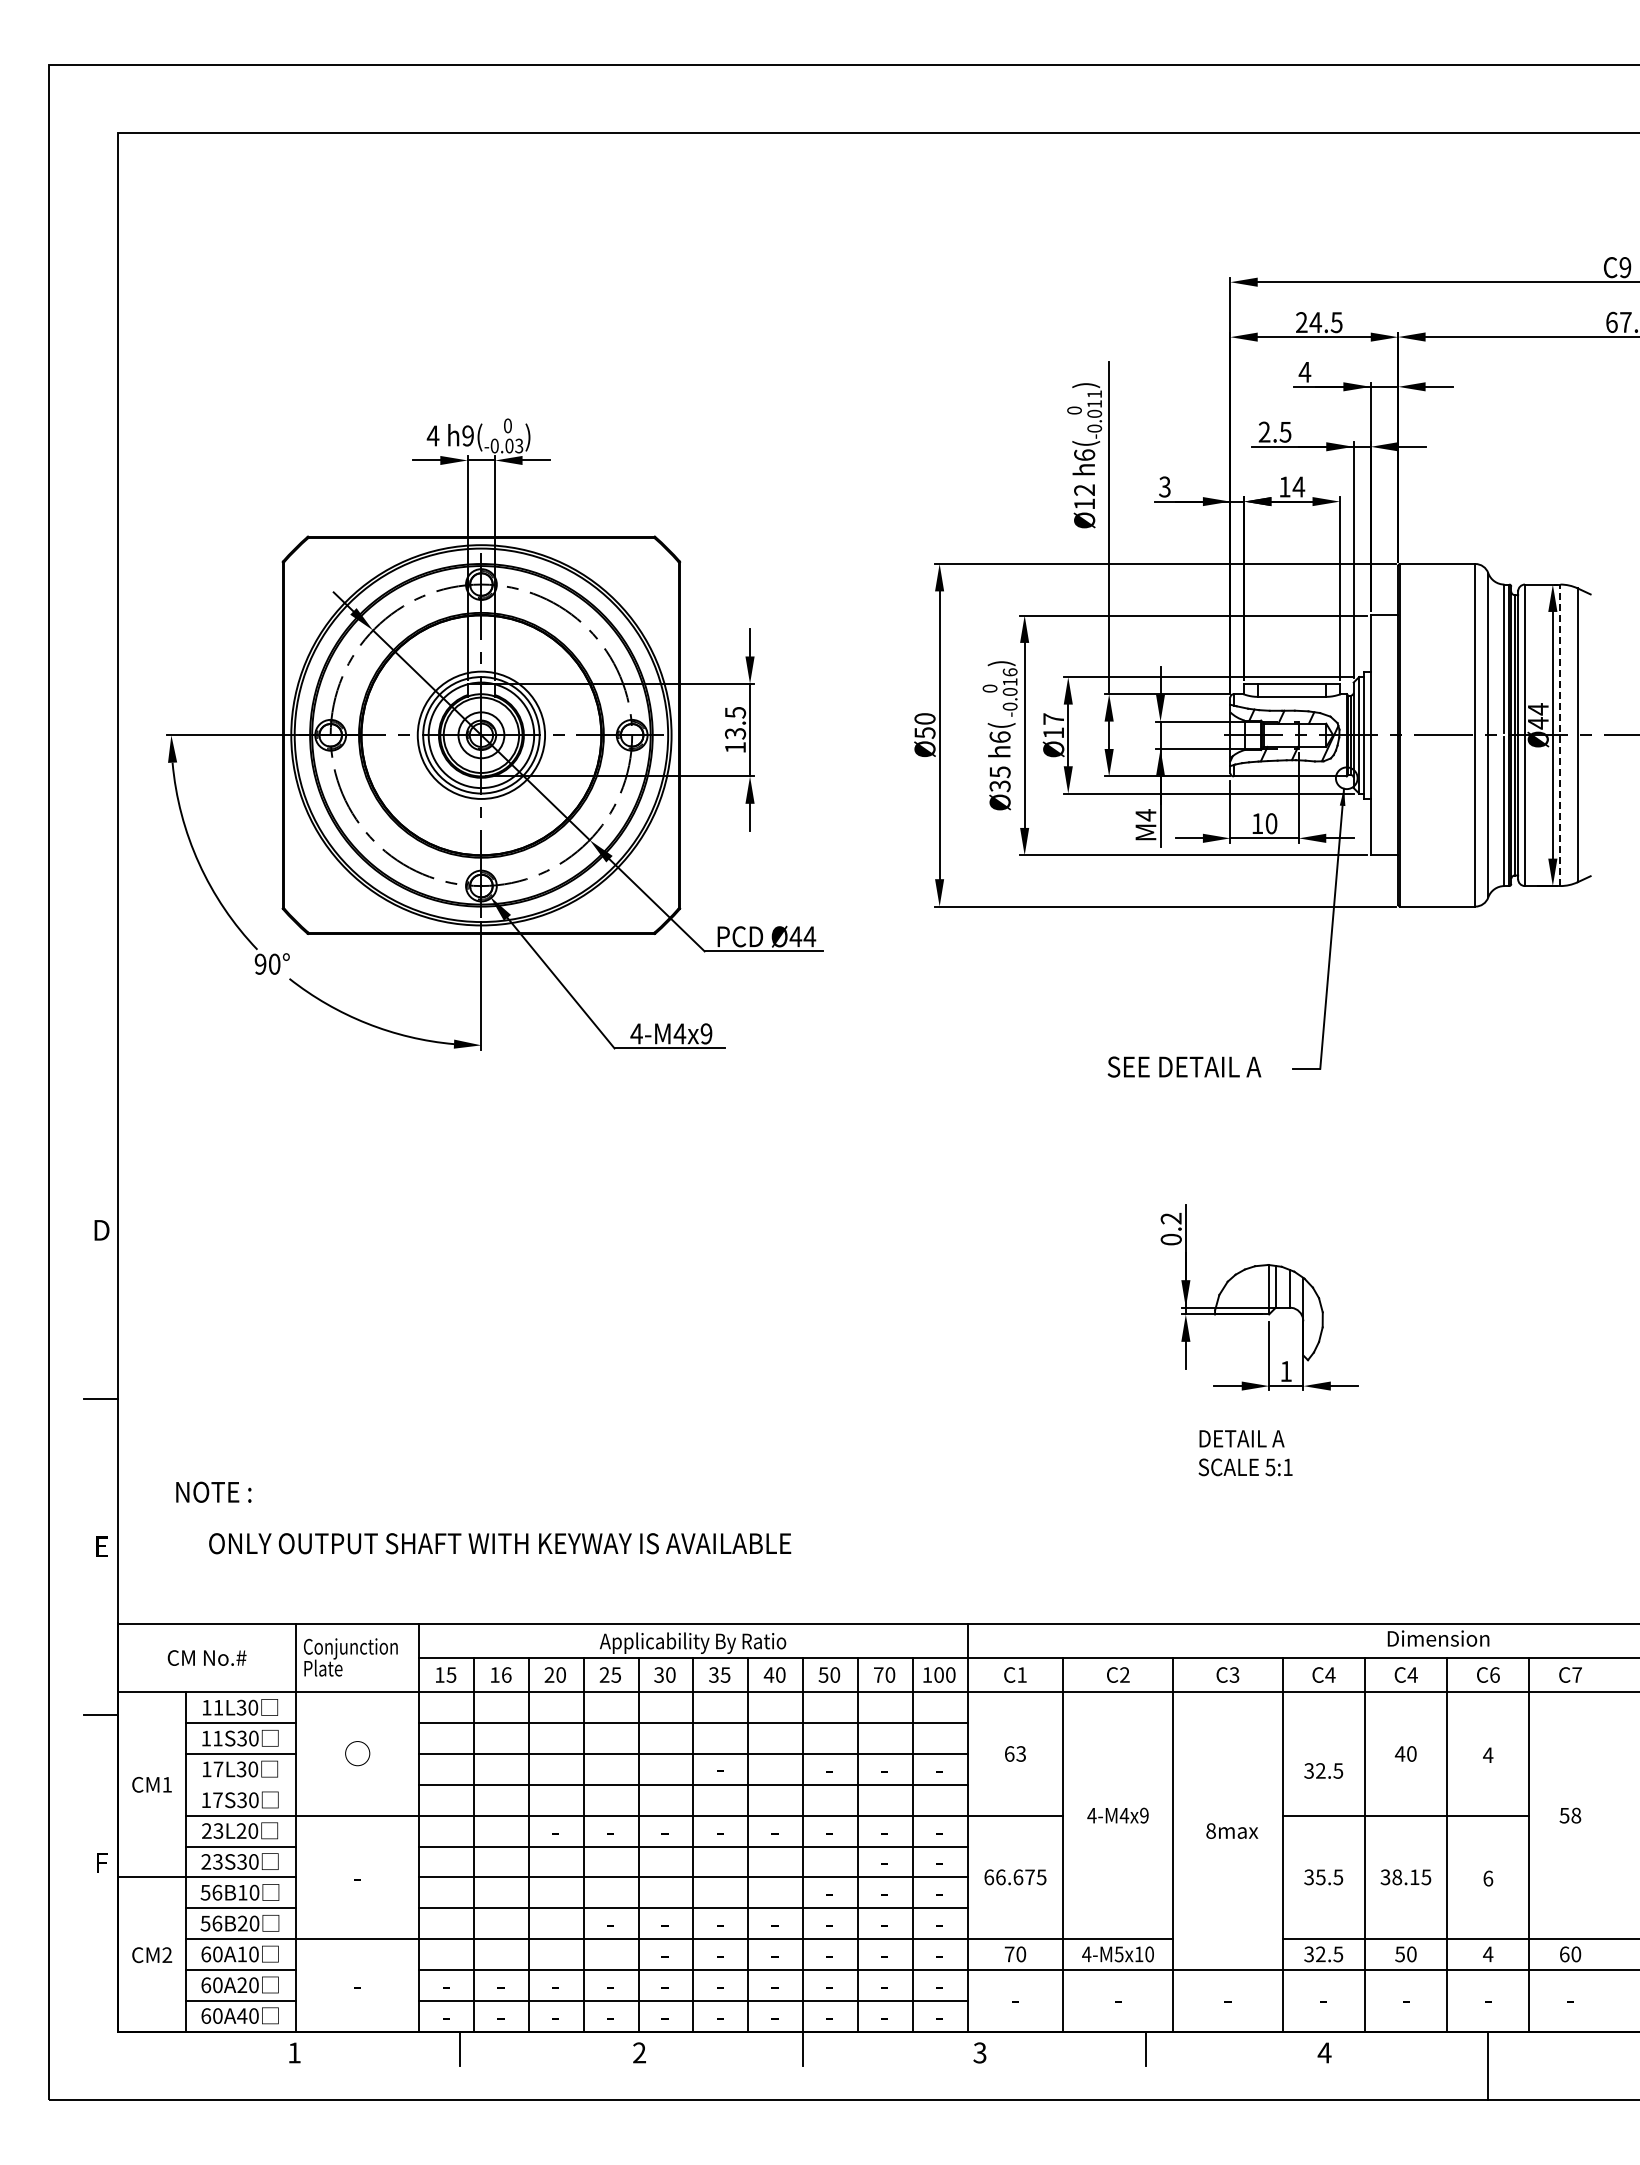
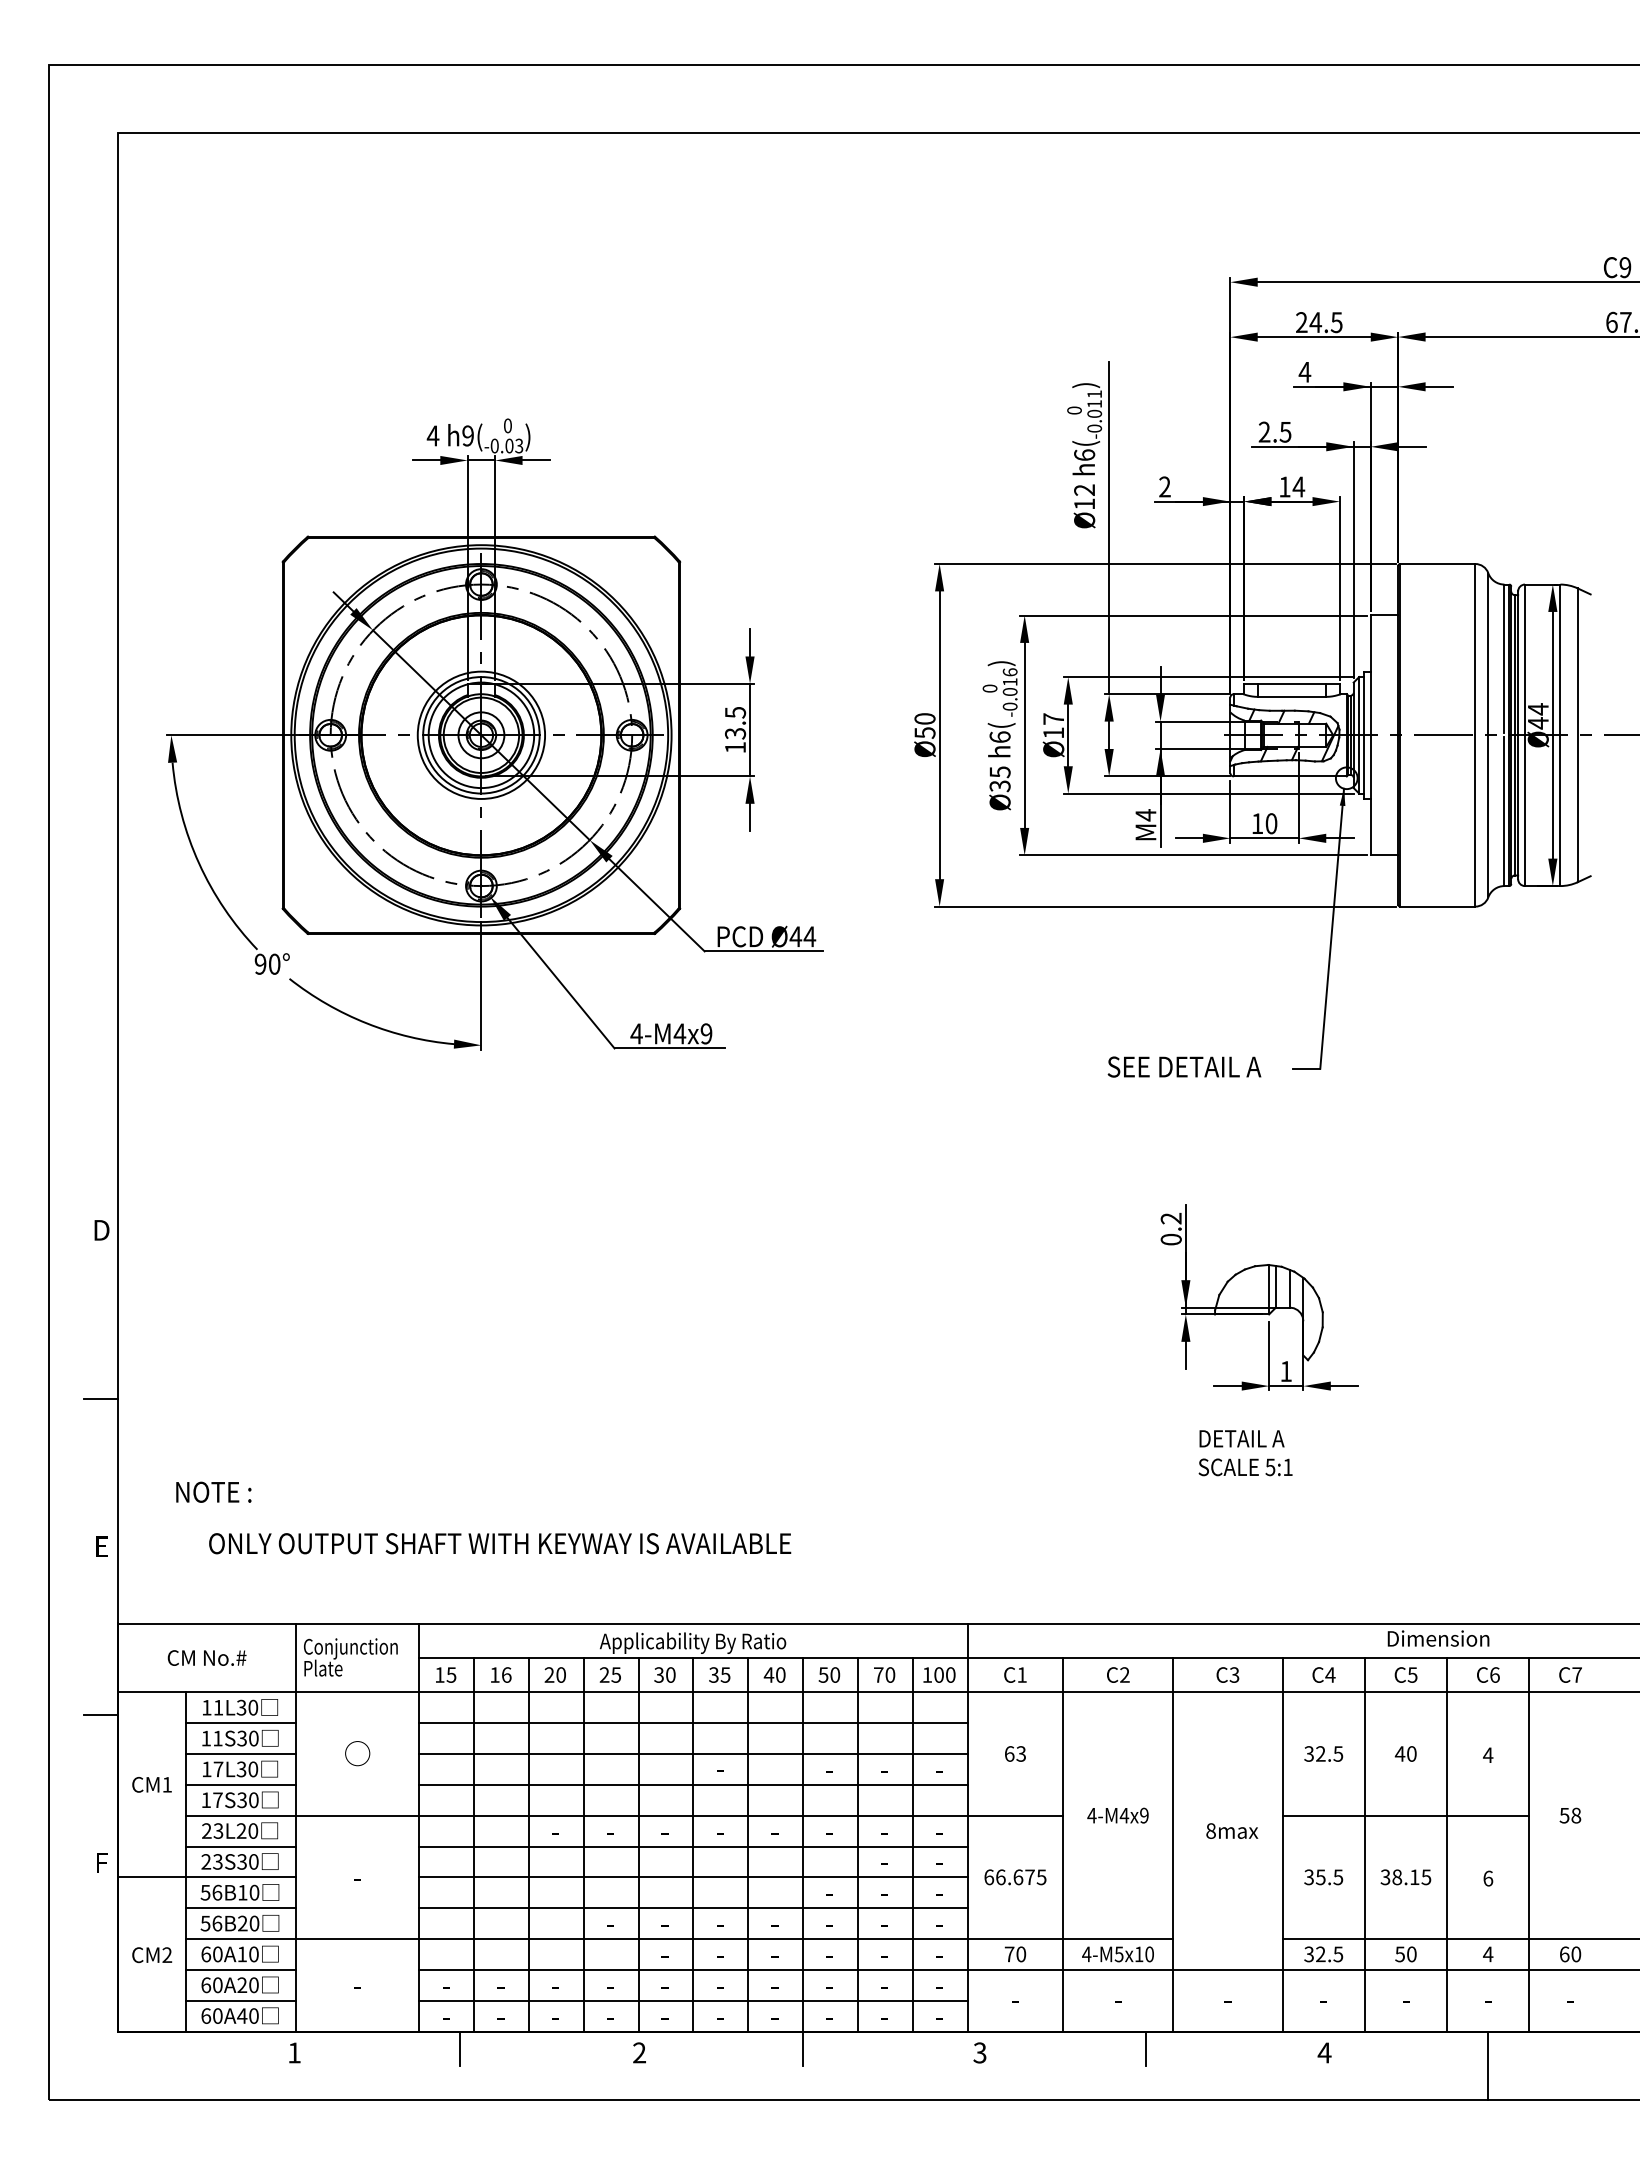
text at (1164, 487): 3 -> 2
line at (1560, 735): dashed -> solid
text at (1412, 1674): C4 -> C5
text at (1323, 1770) position: (1323, 1770) -> (1323, 1753)
line at (241, 1784): none -> present
